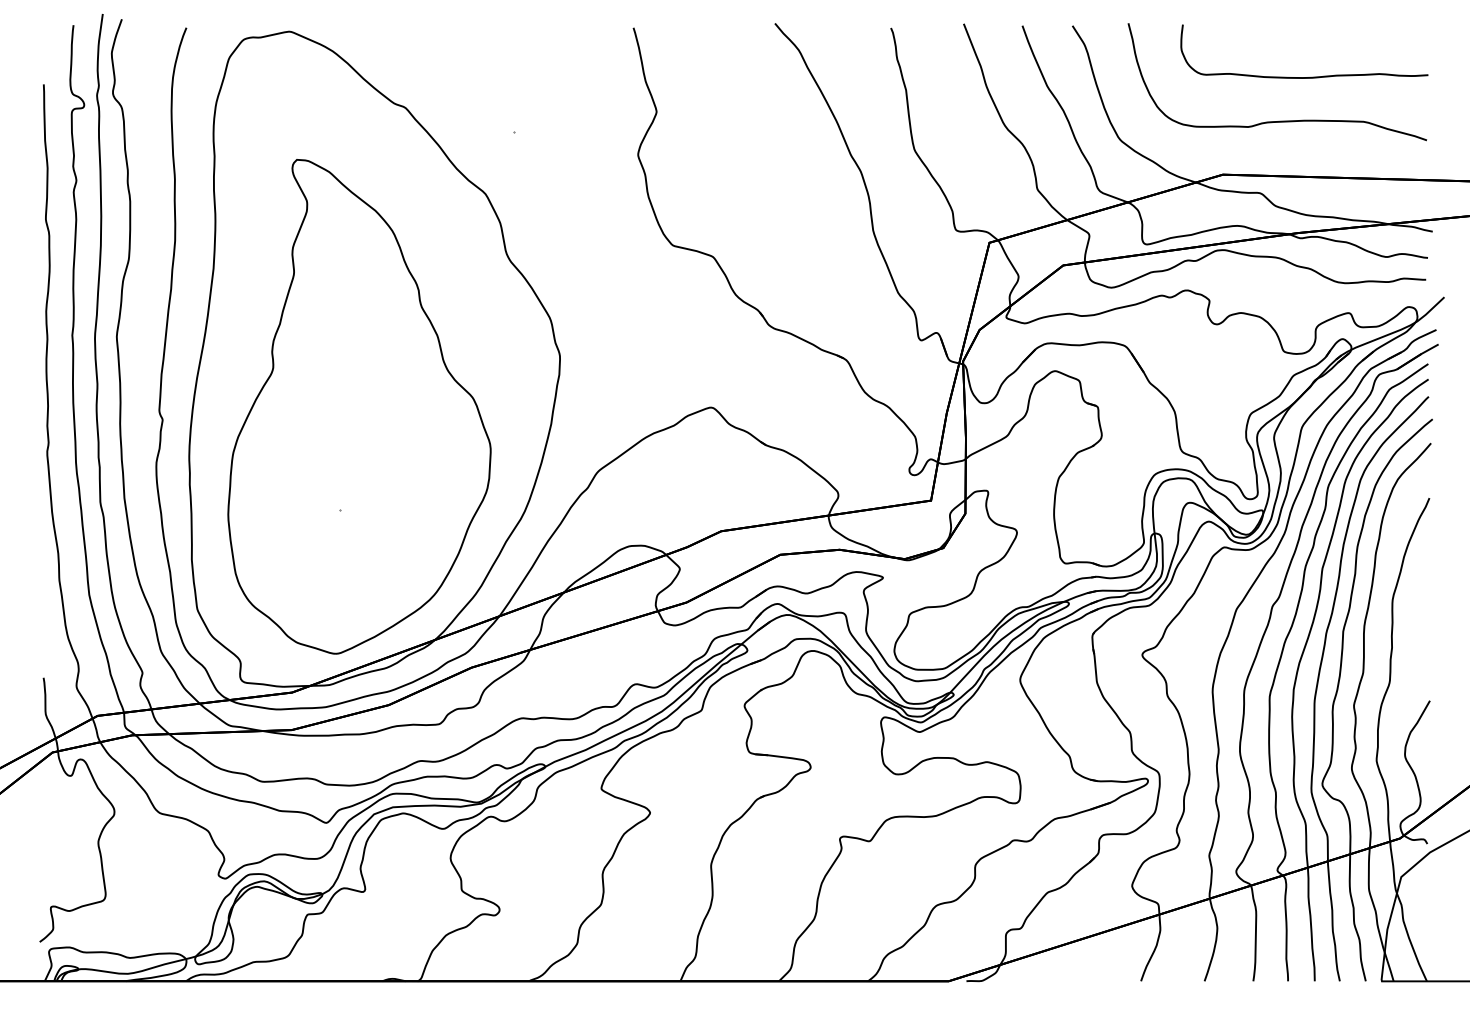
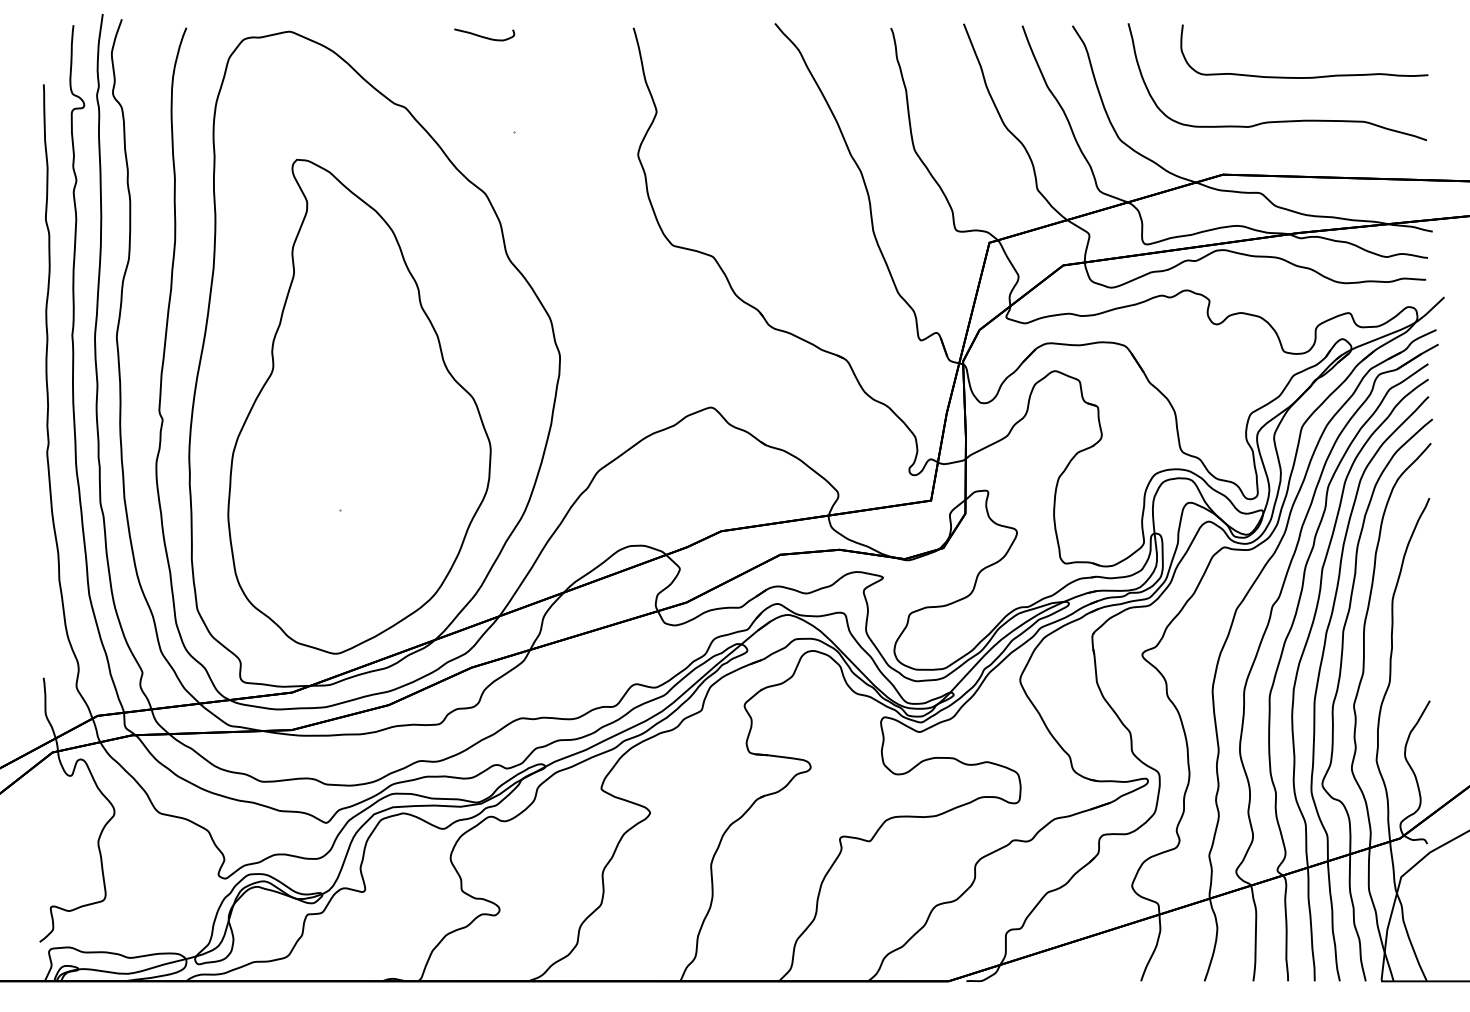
curve at (484, 36): none -> present
